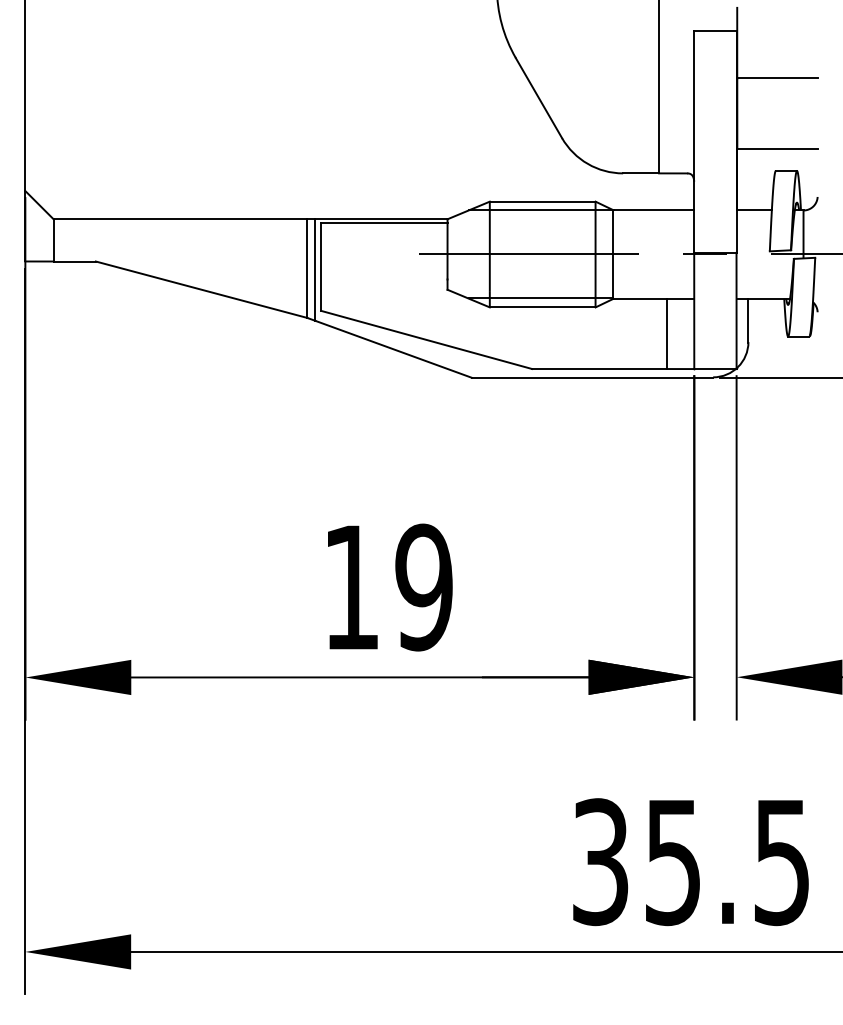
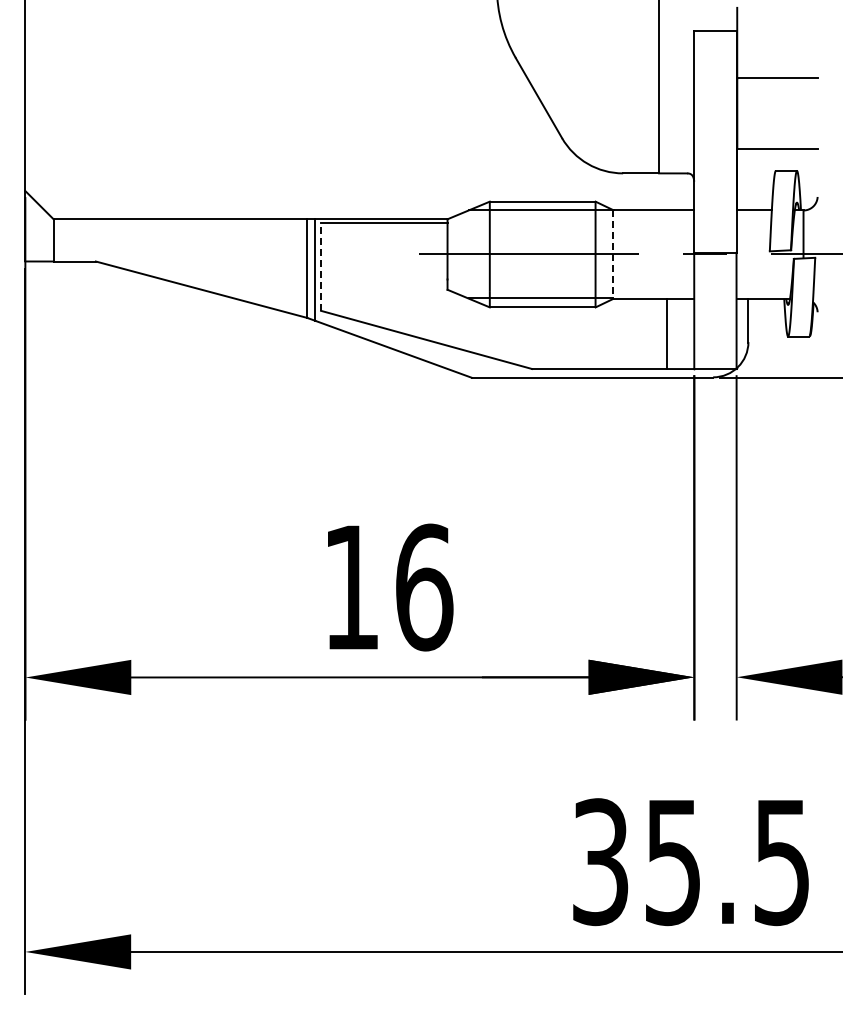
line at (613, 255): solid -> dashed
line at (321, 266): solid -> dashed
text at (424, 587): 19 -> 16
